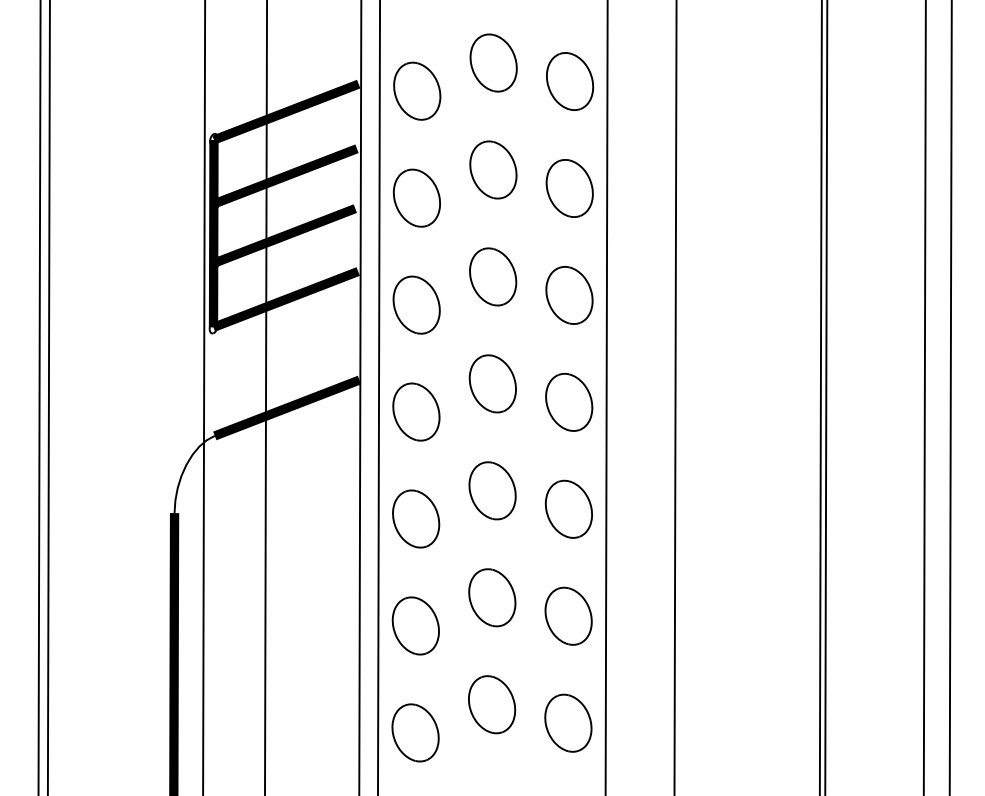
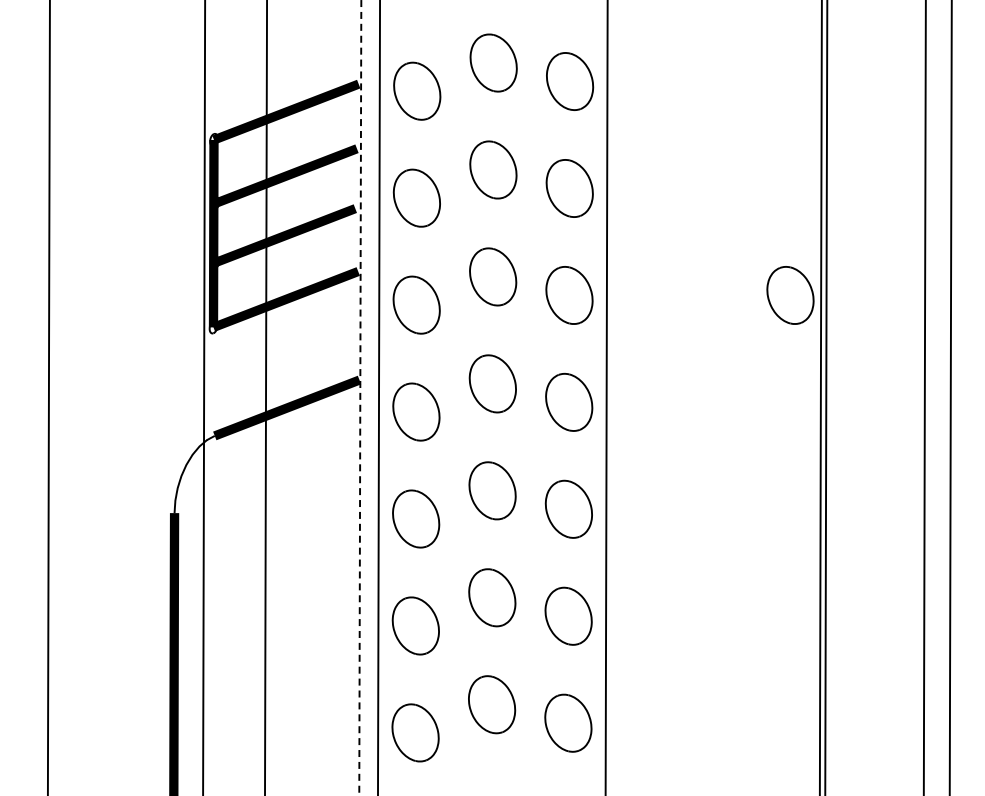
part at (790, 295): none -> present
line at (39, 397): present -> none
line at (675, 397): present -> none
line at (360, 398): solid -> dashed
